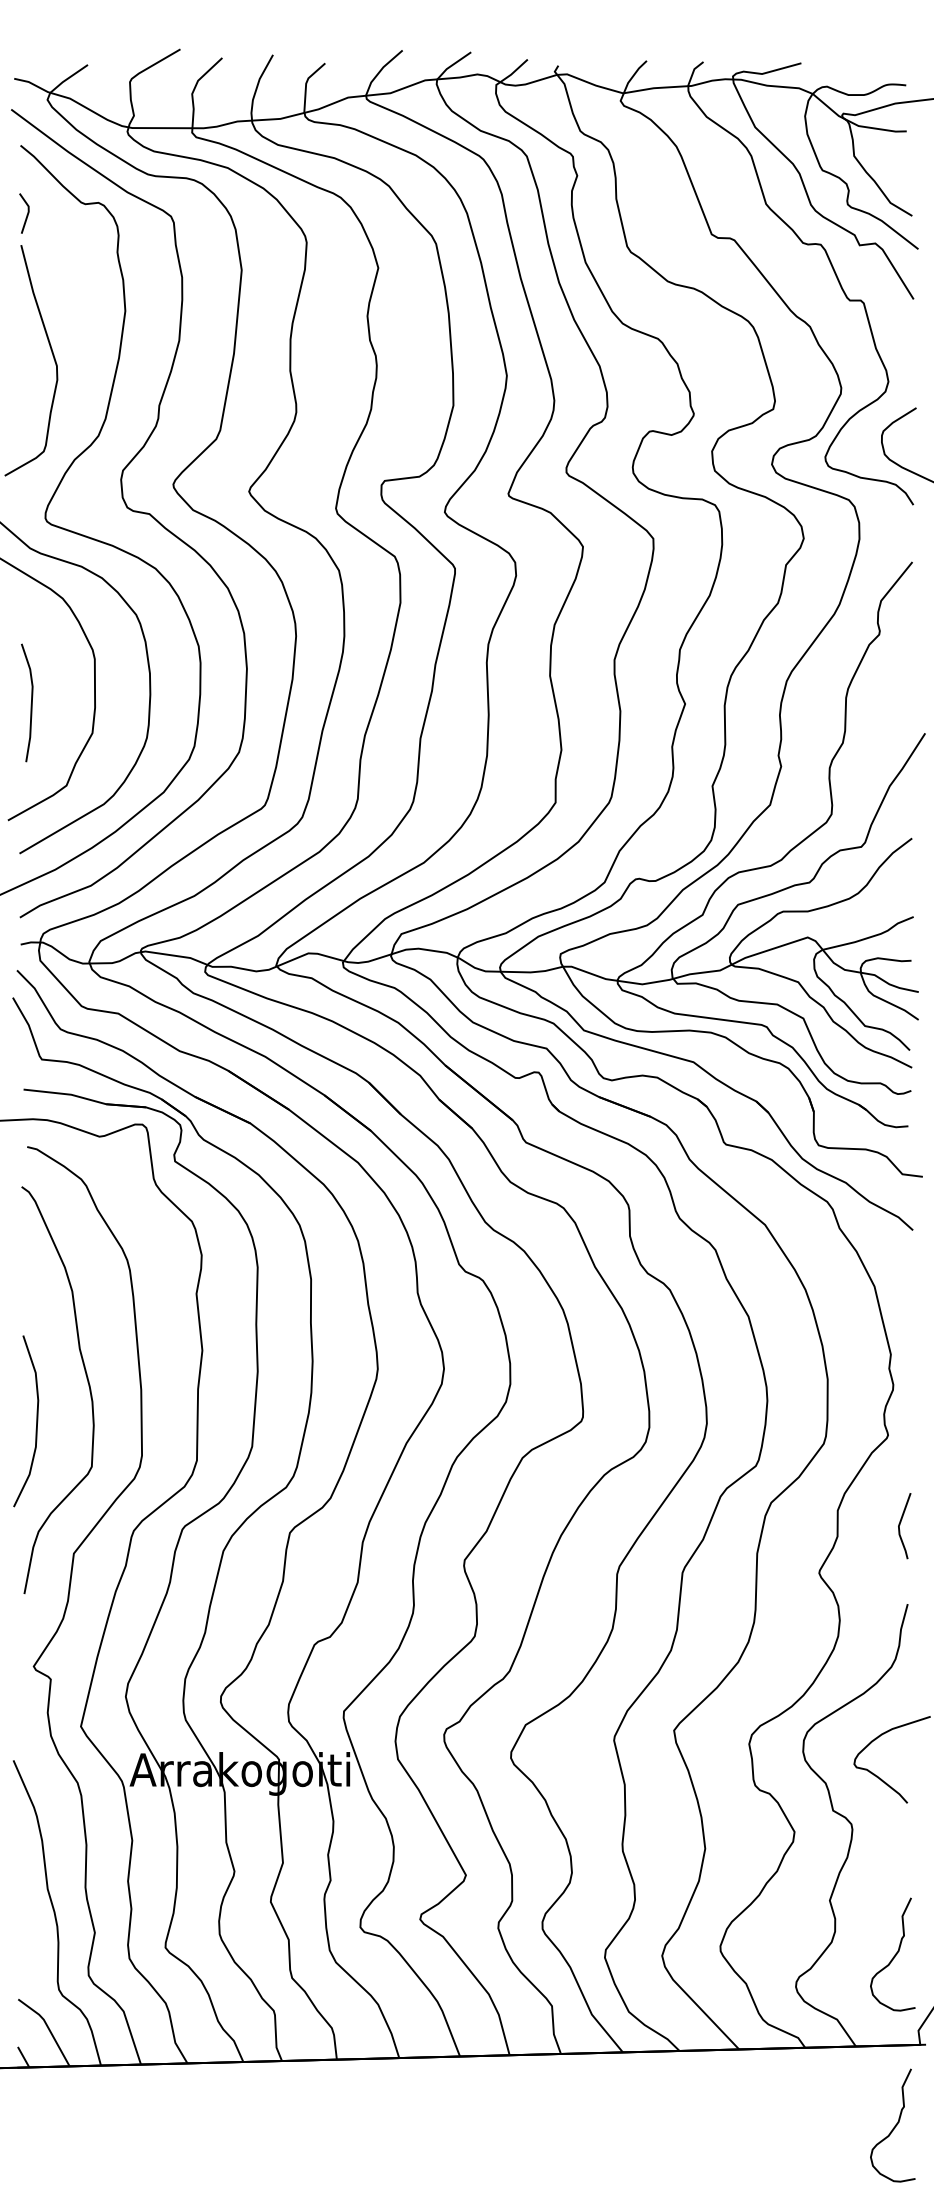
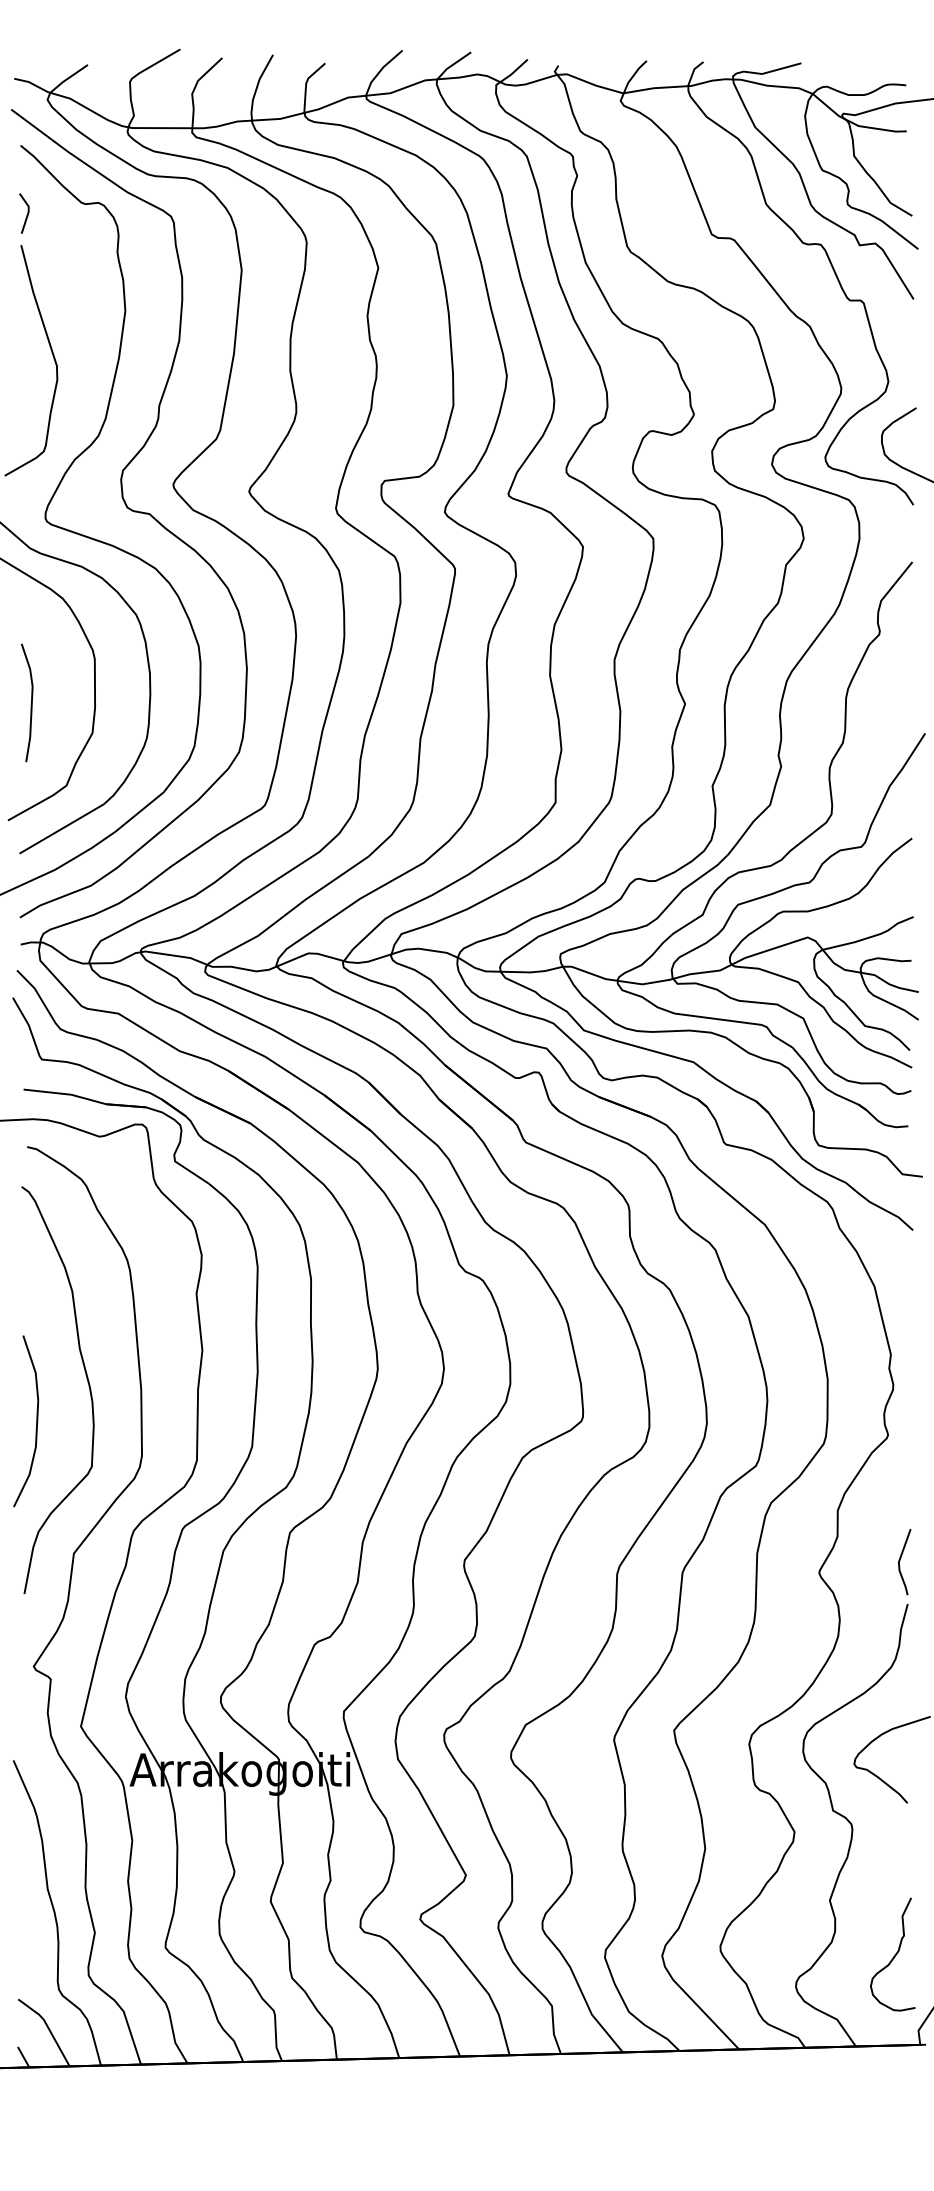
line at (900, 1525) position: (900, 1525) -> (900, 1561)
curve at (894, 2125): present -> none
